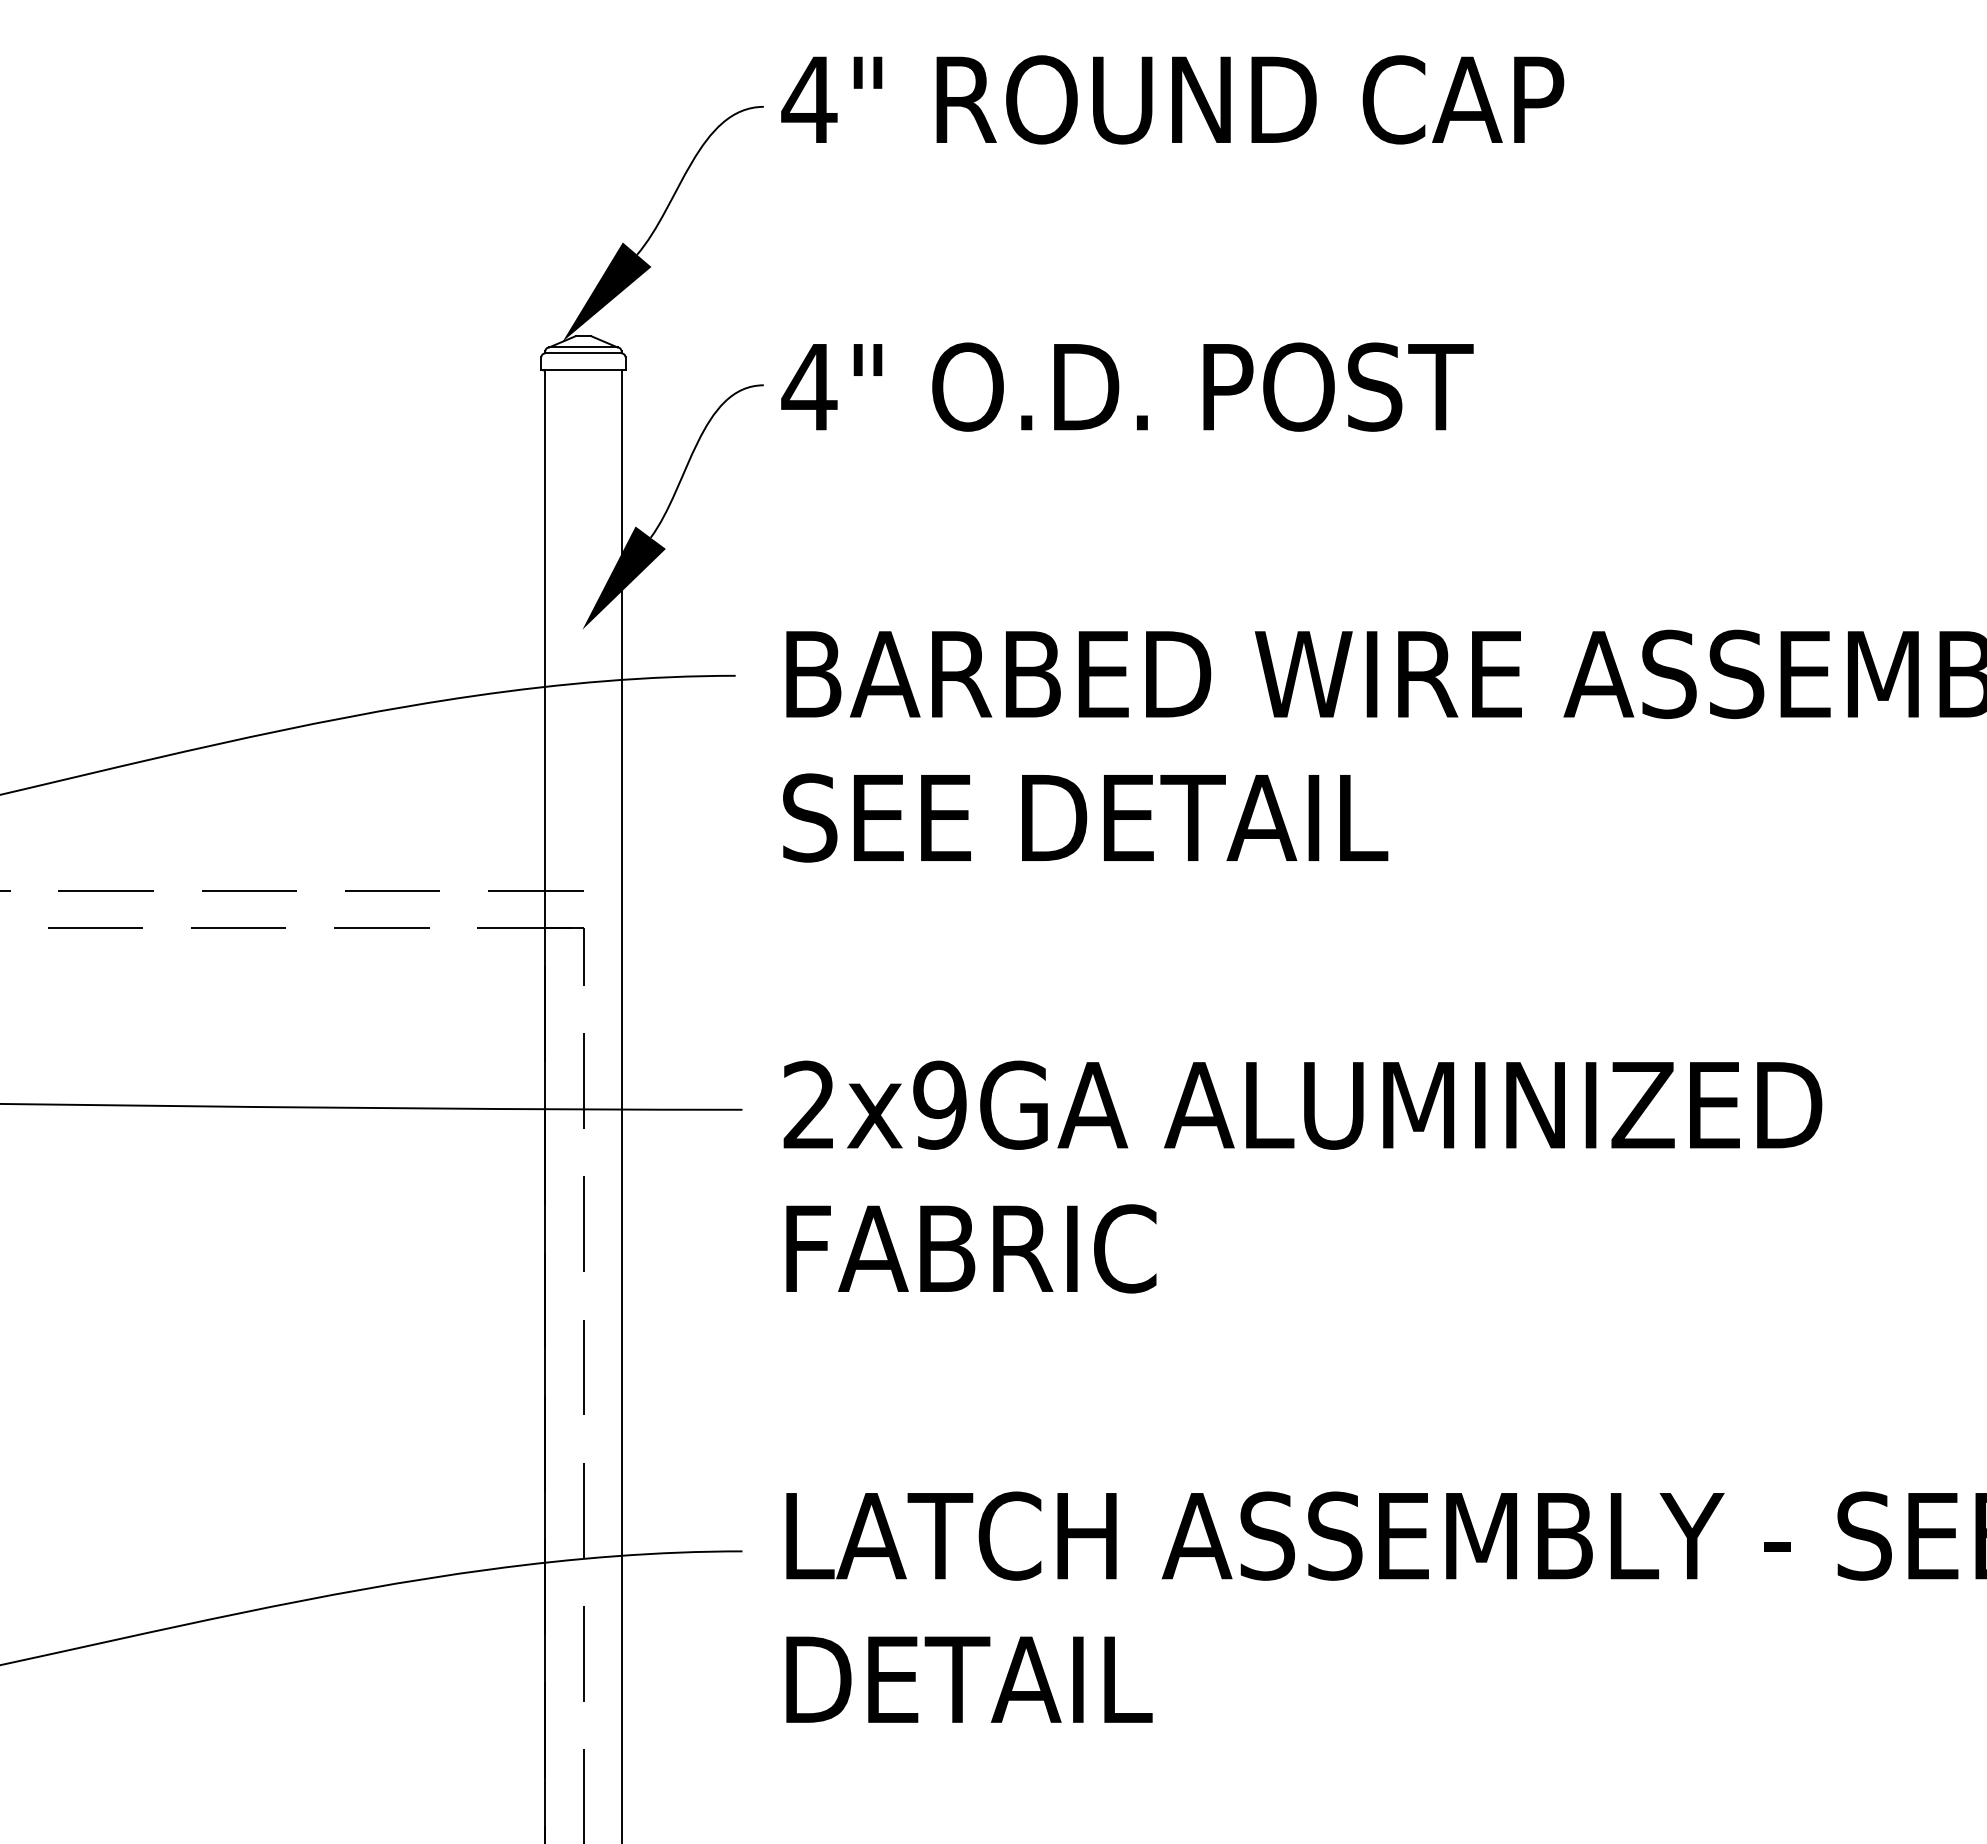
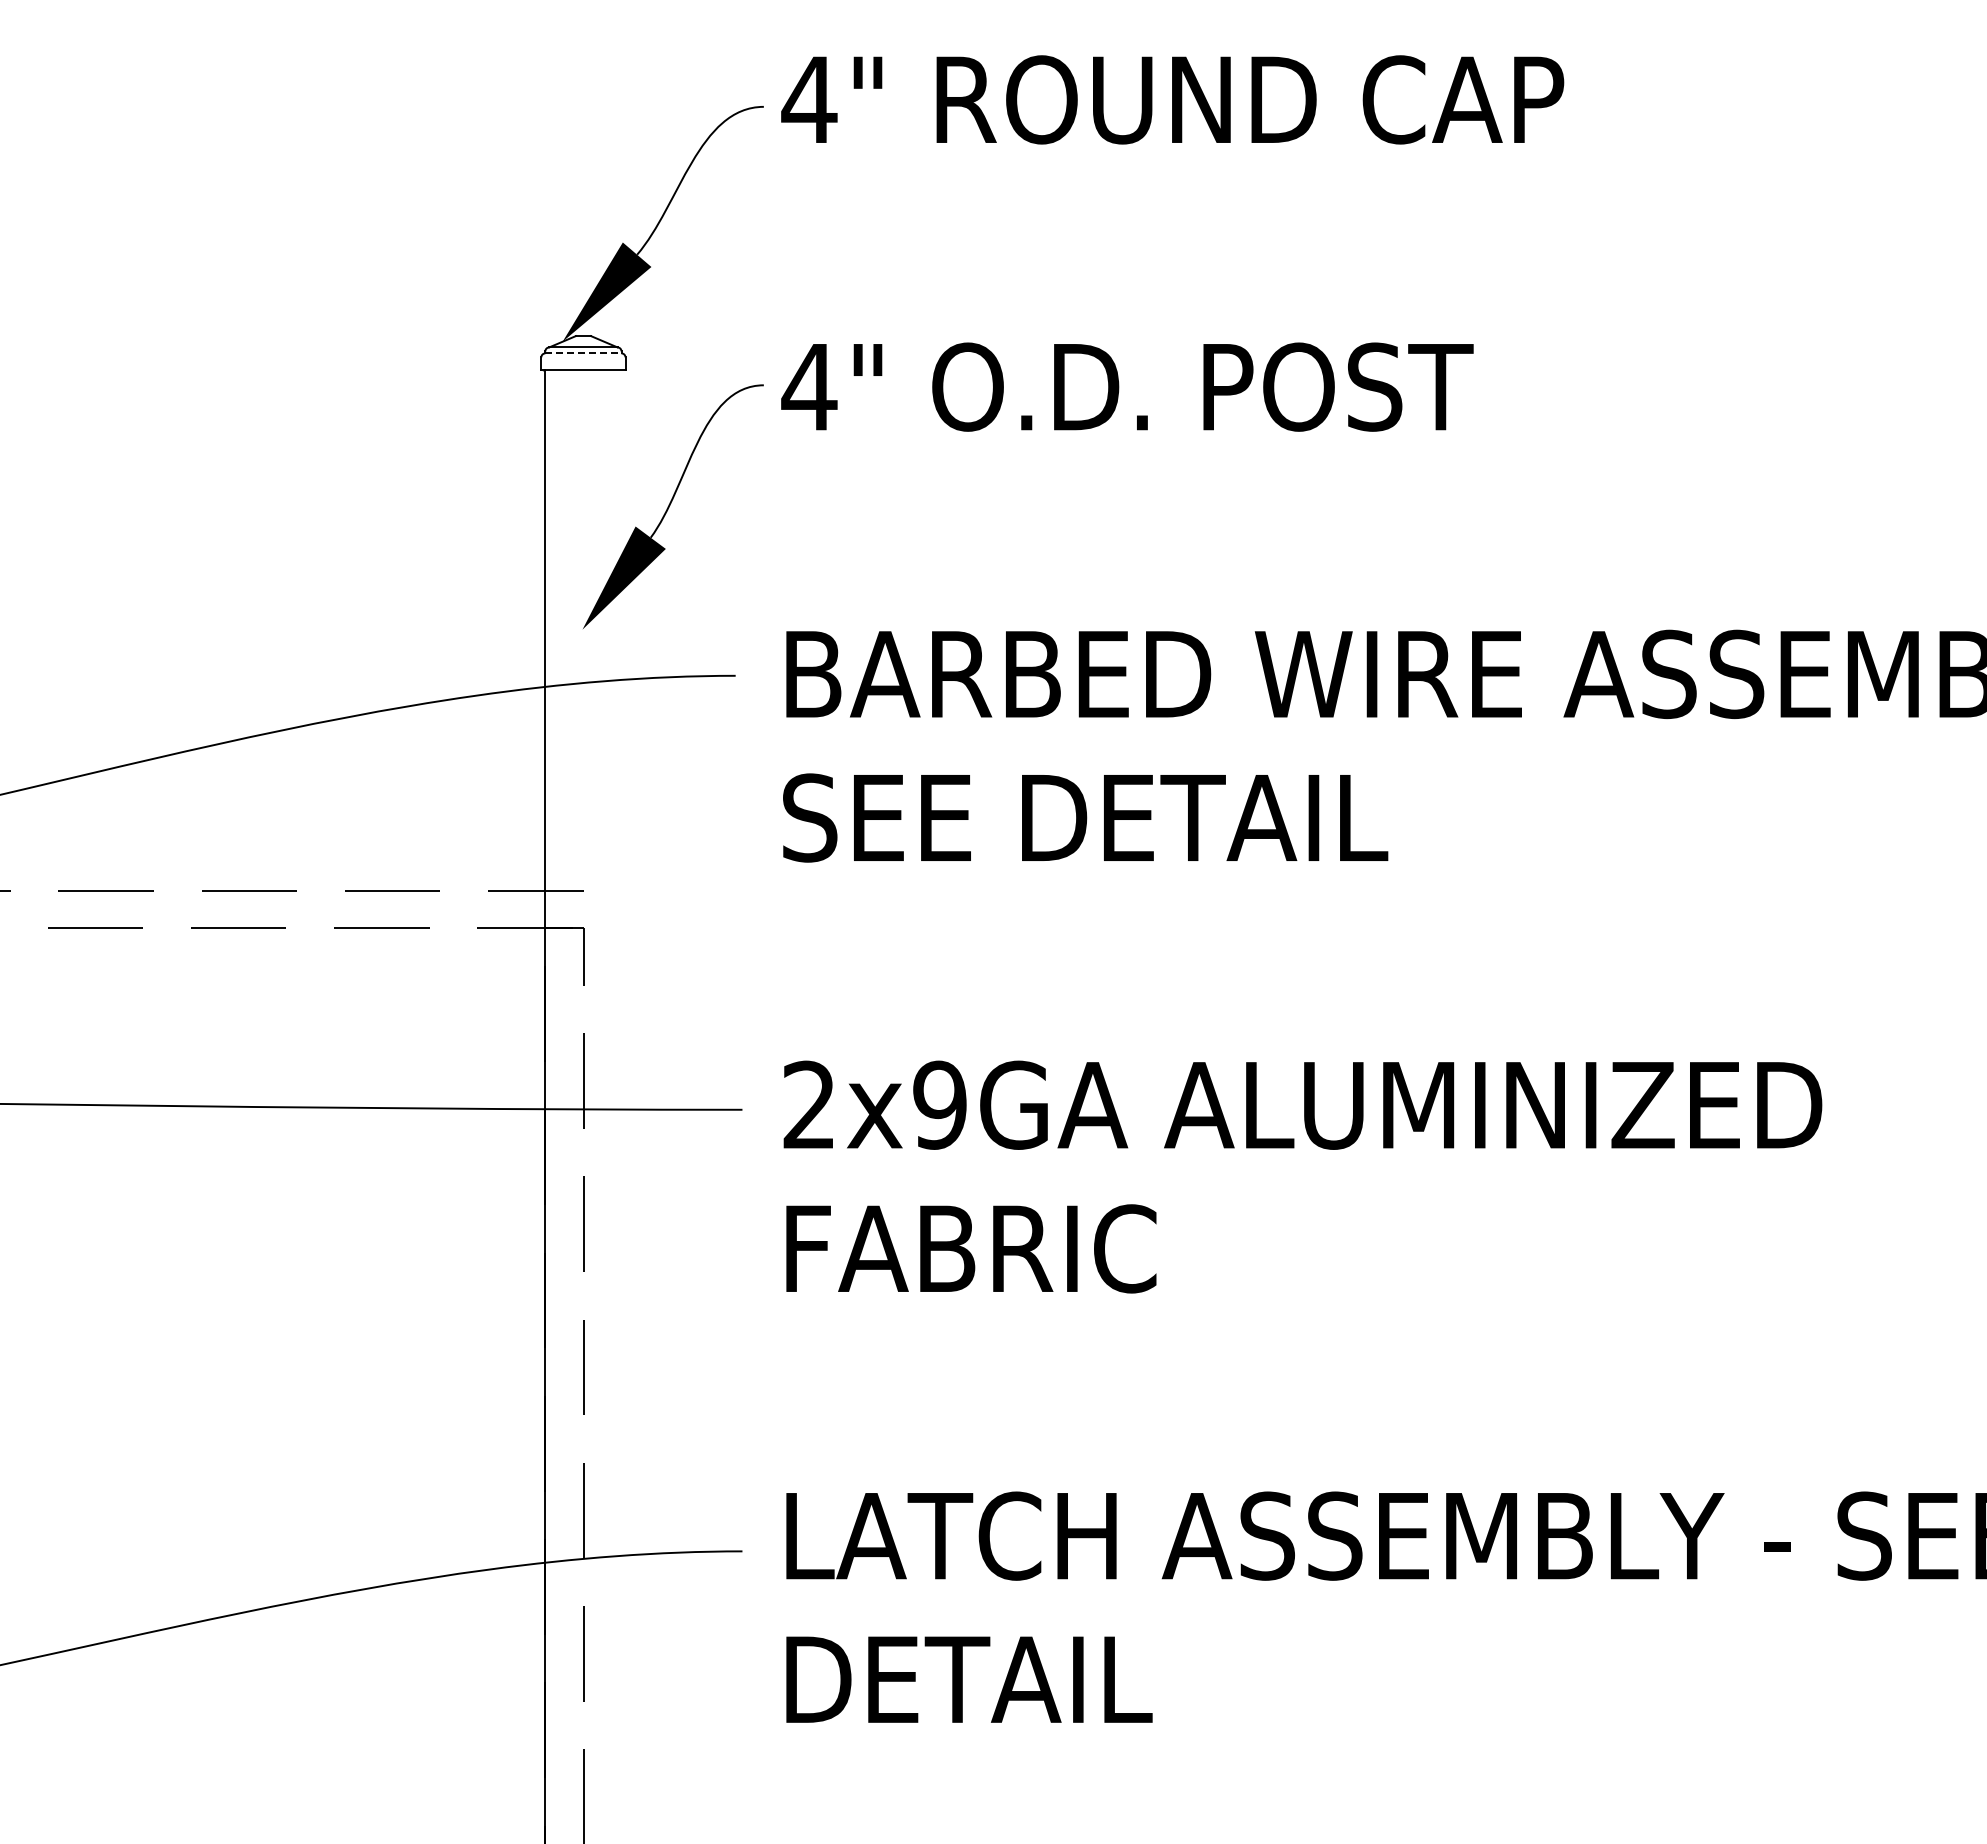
line at (583, 353): solid -> dashed
line at (621, 1104): present -> none
